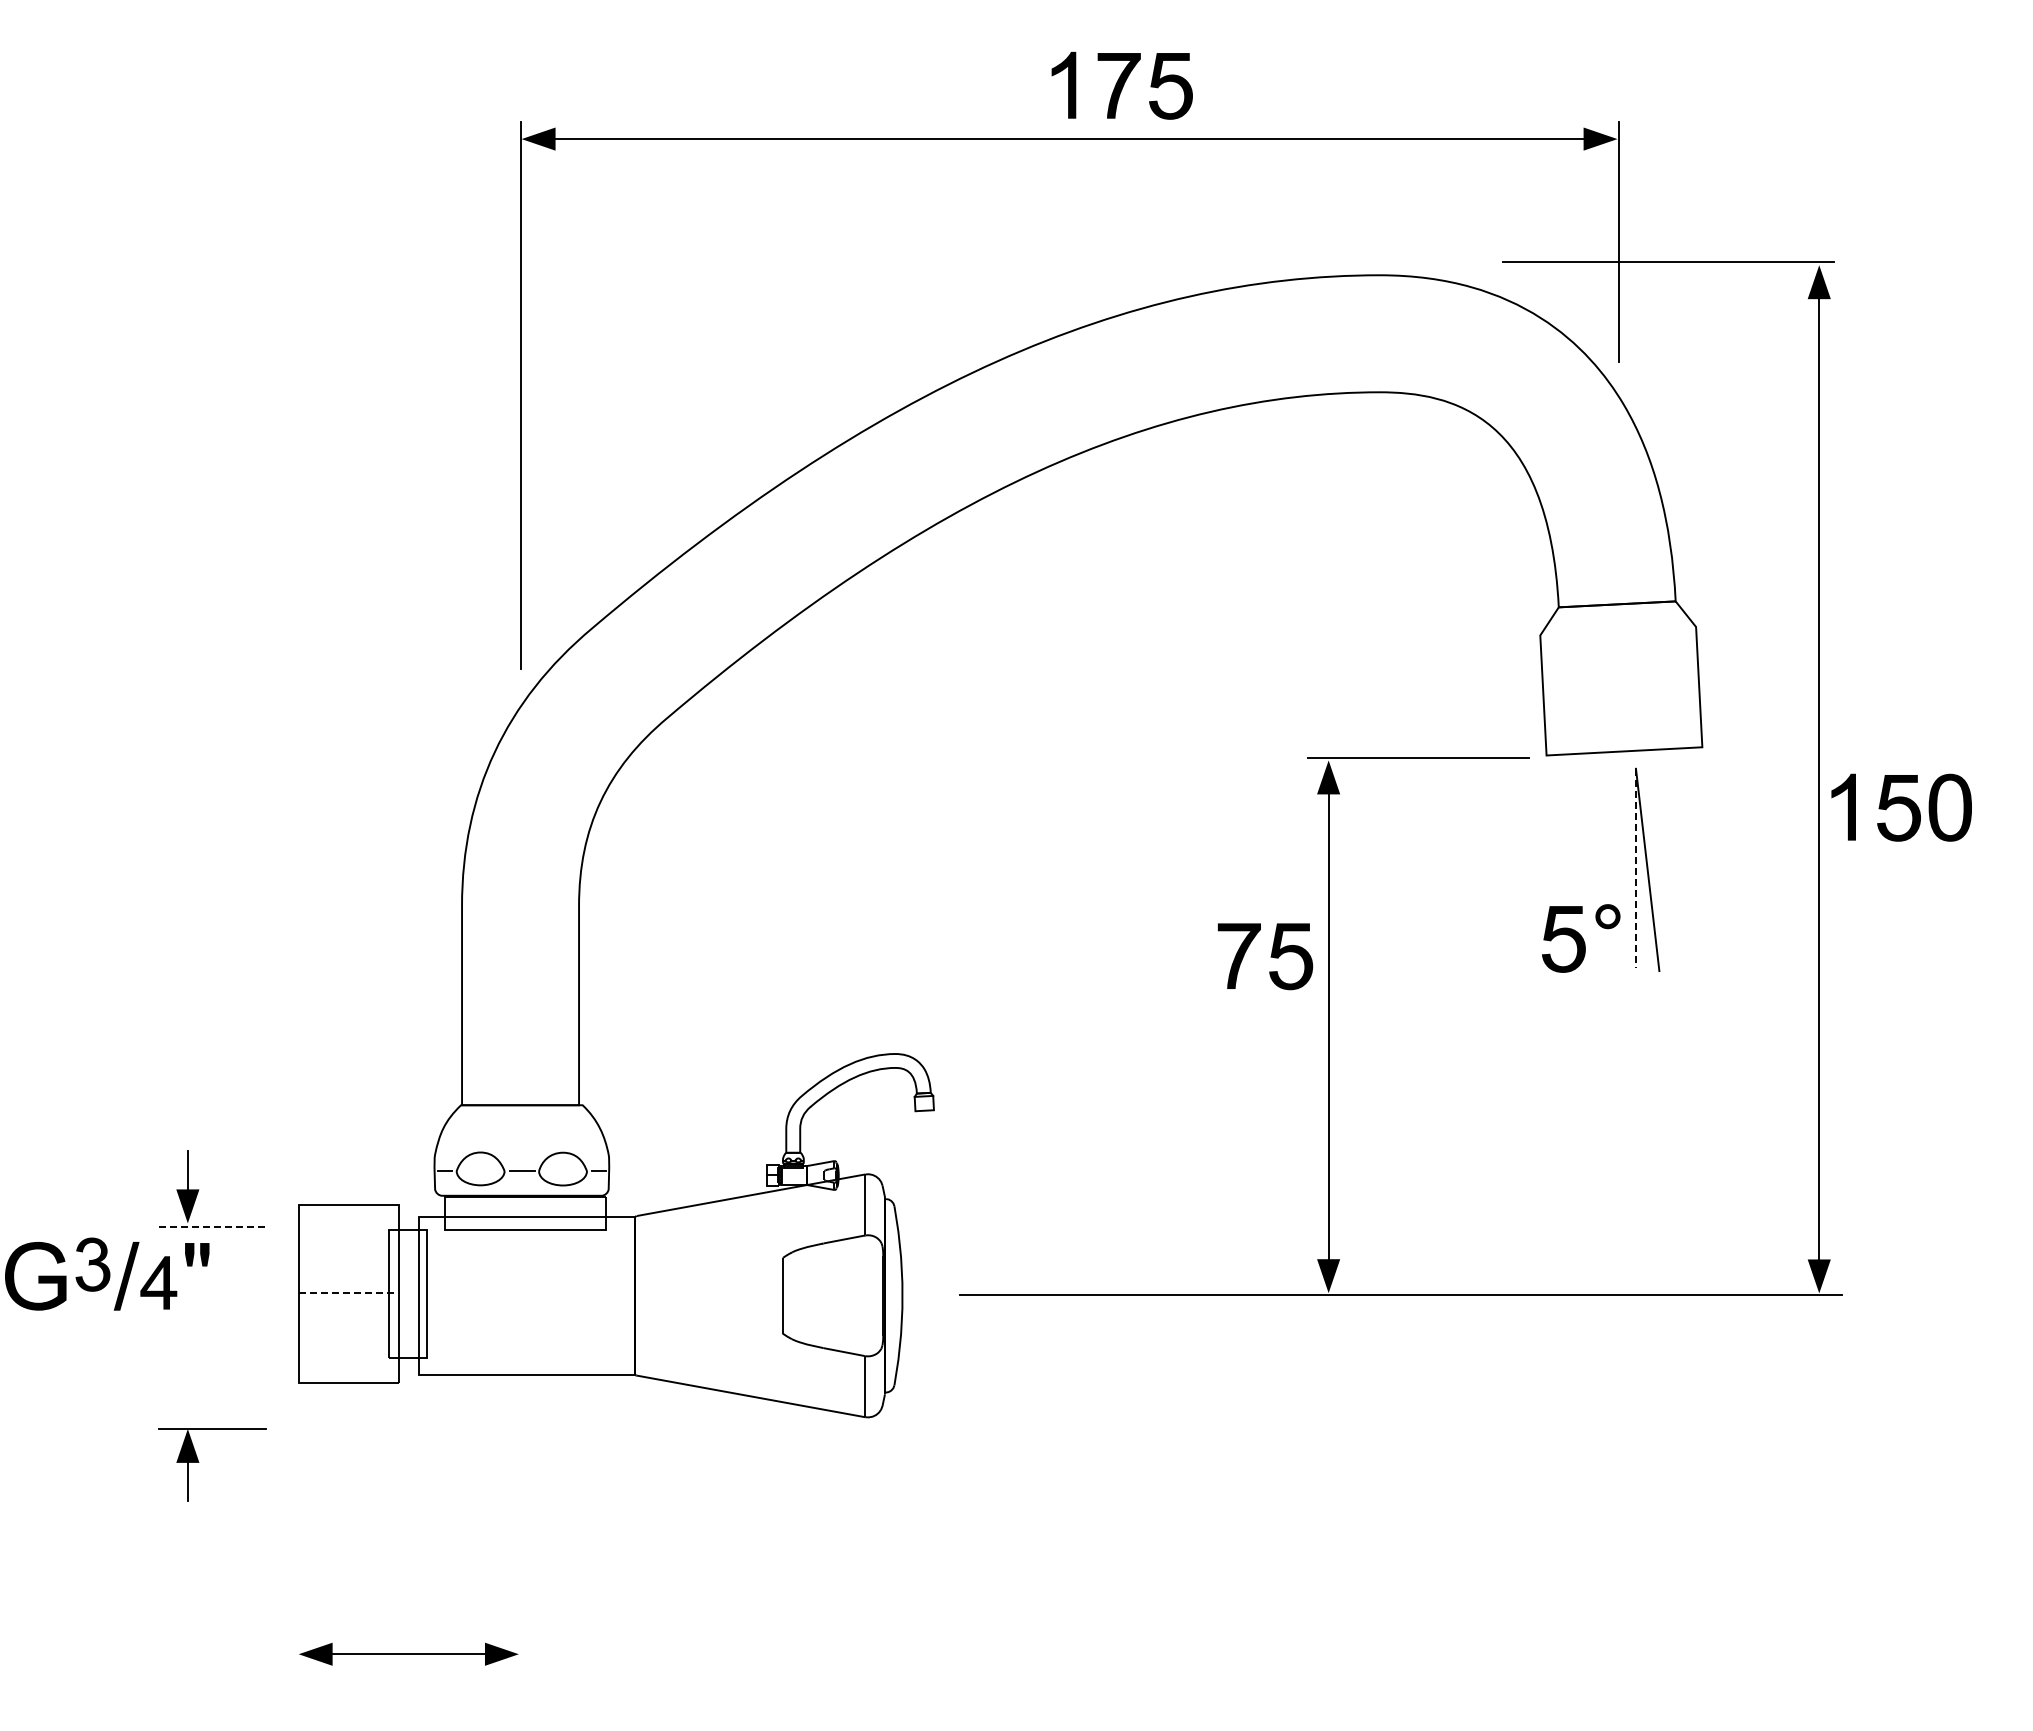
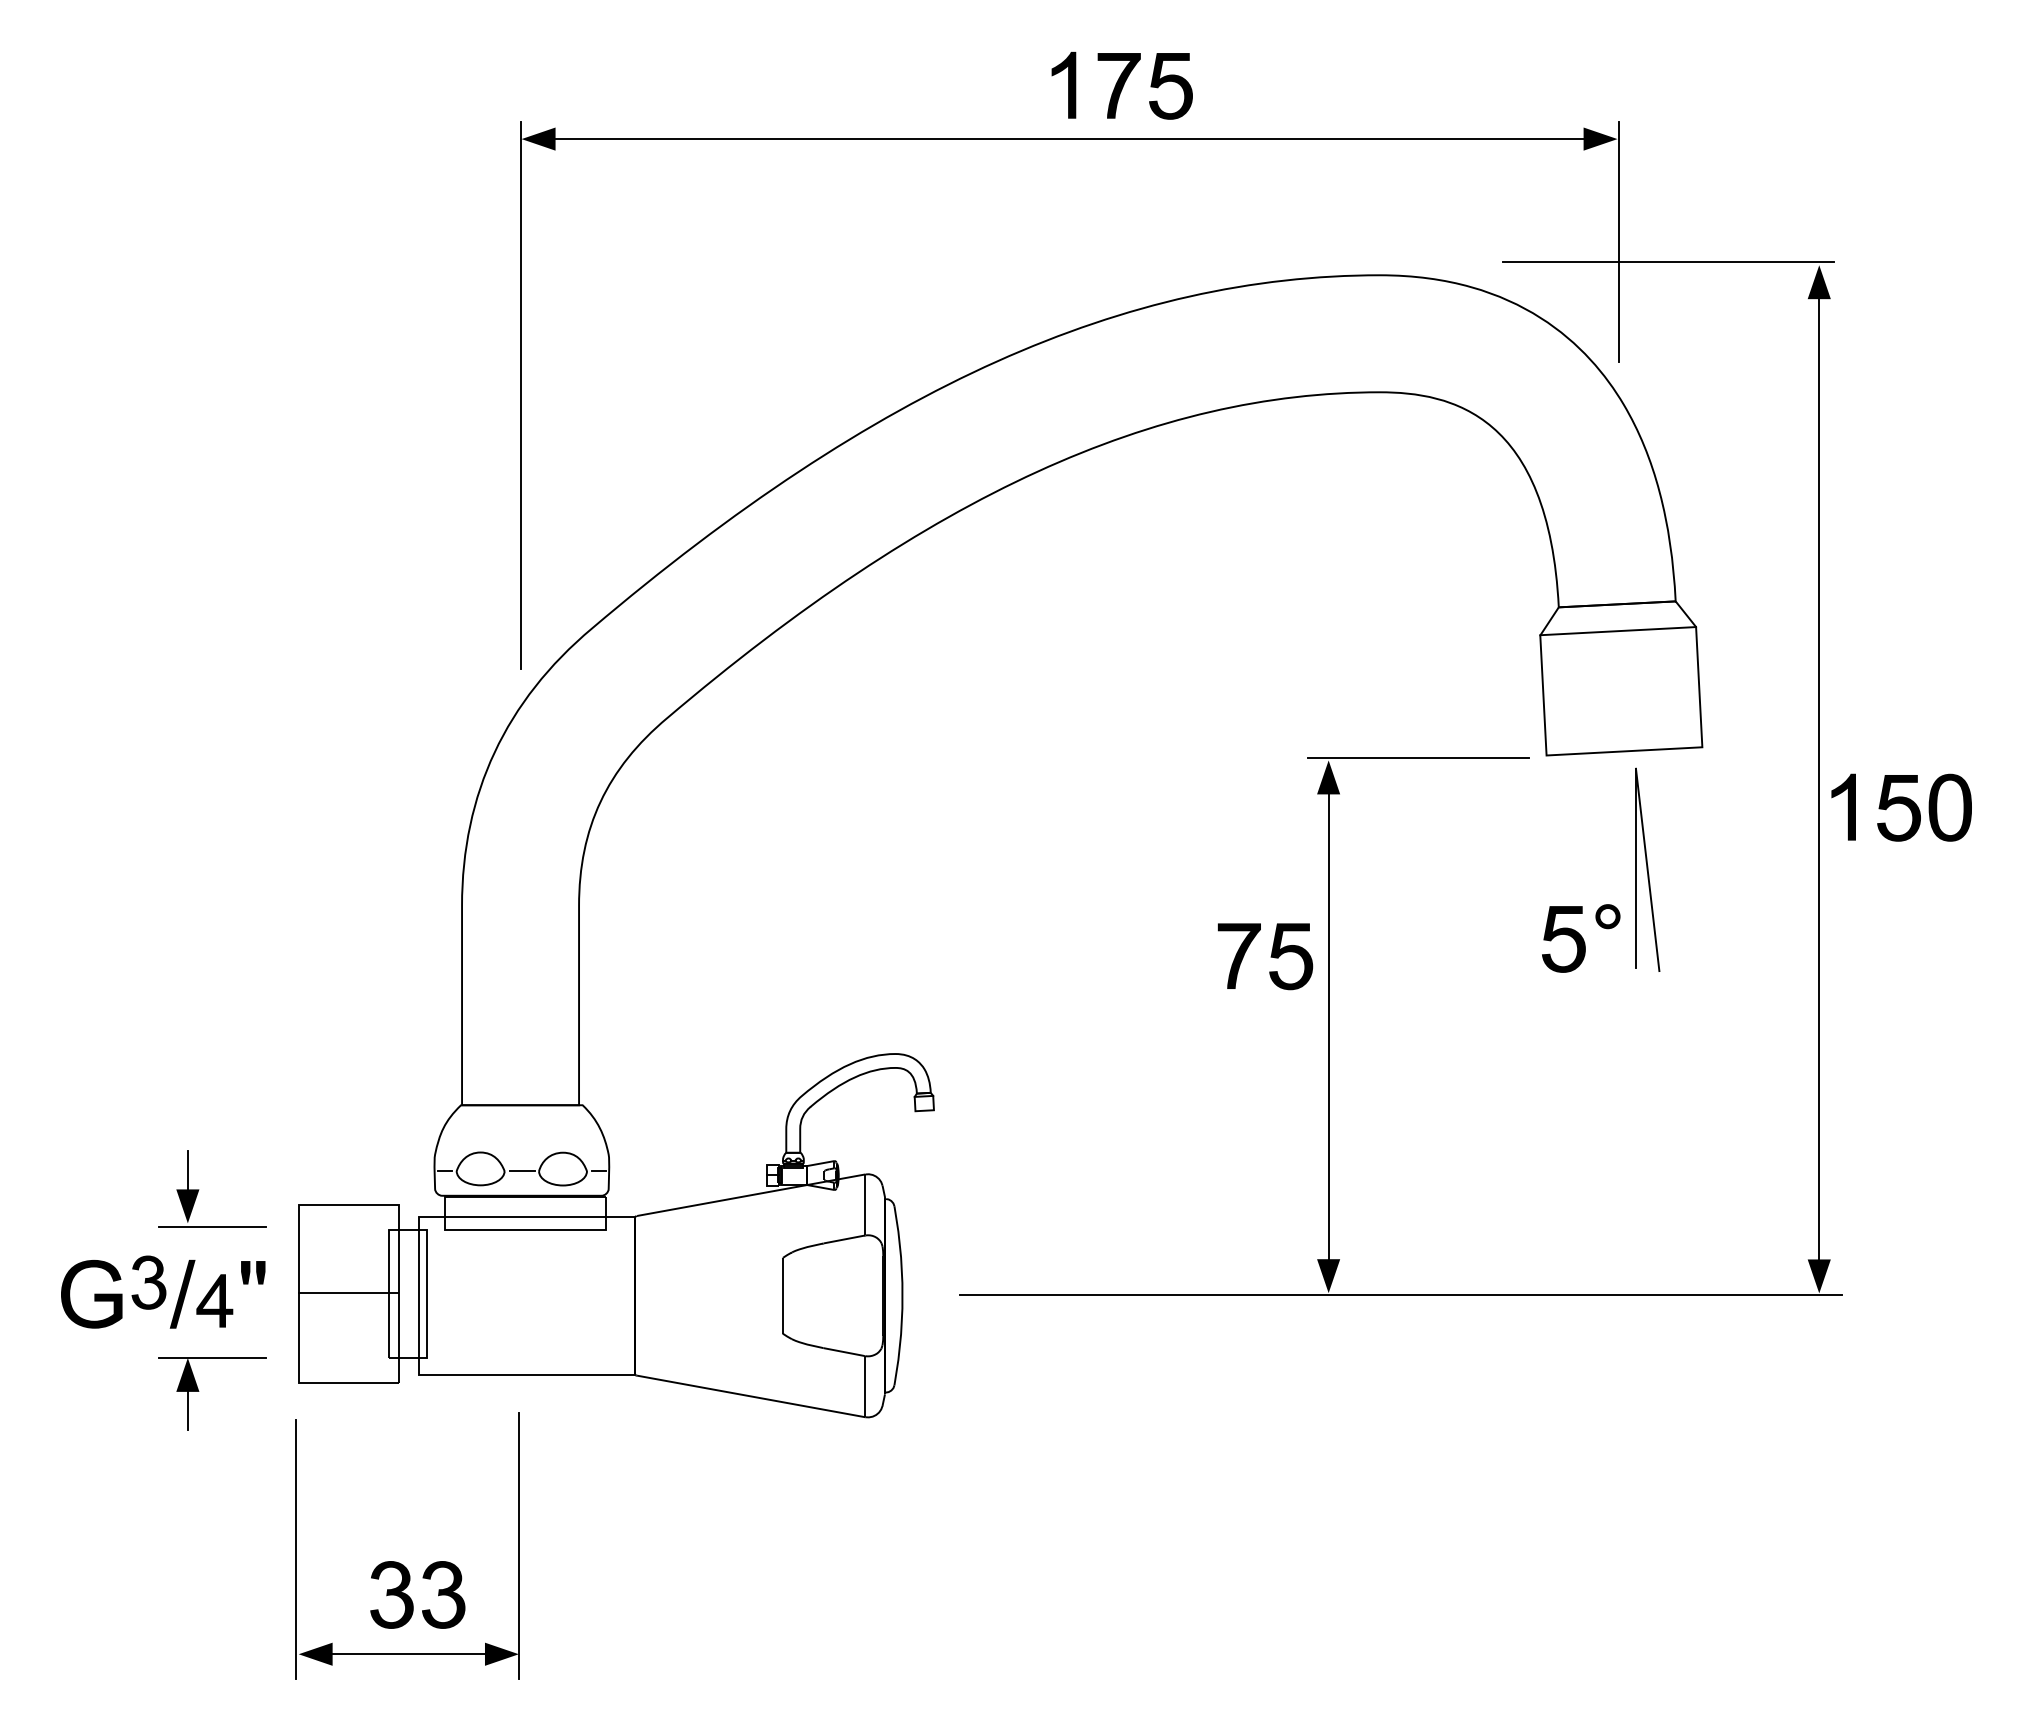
line at (1618, 631): none -> present
line at (1635, 868): dashed -> solid
line at (213, 1226): dashed -> solid
part at (107, 1273) position: (107, 1273) -> (163, 1291)
line at (348, 1292): dashed -> solid
part at (199, 1462) position: (199, 1462) -> (199, 1391)
line at (518, 1545): none -> present
line at (296, 1549): none -> present
part at (411, 1598): none -> present
